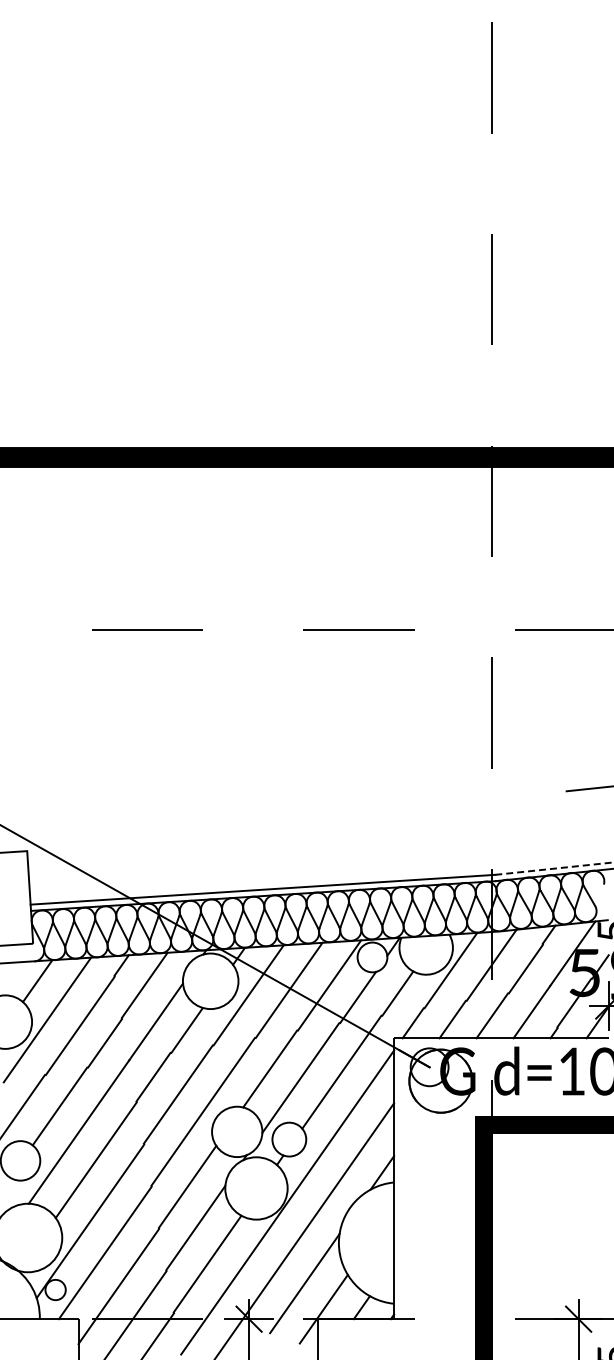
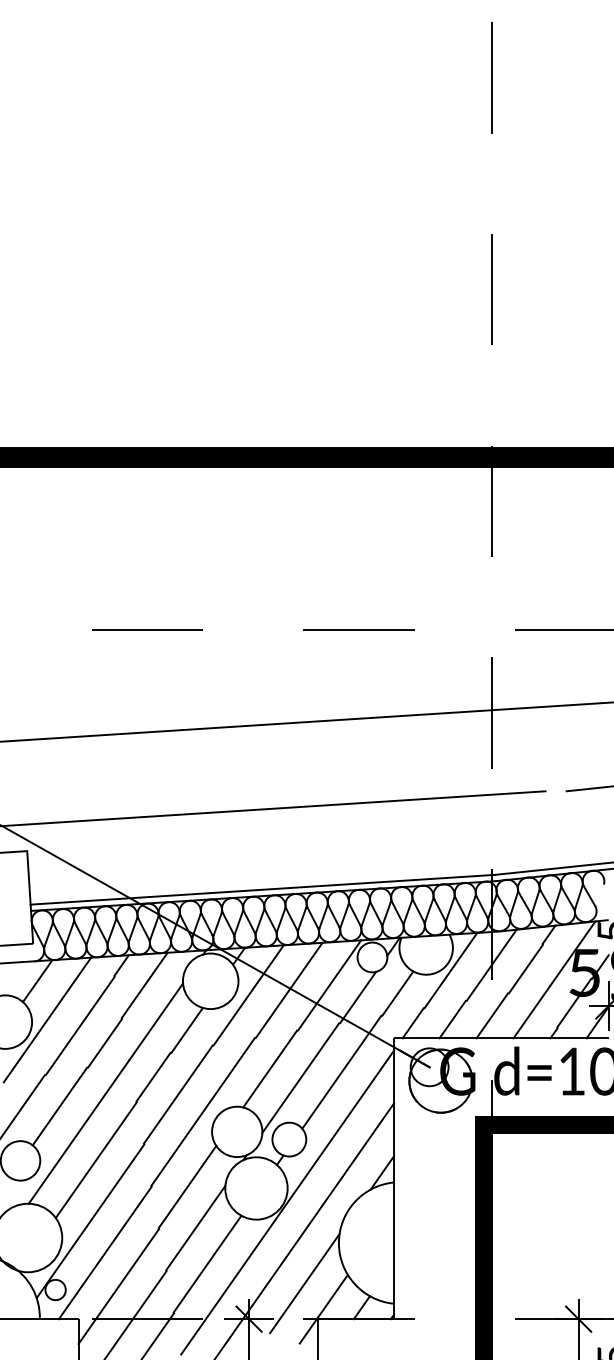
line at (306, 721): none -> present
line at (273, 808): none -> present
line at (554, 868): dashed -> solid
